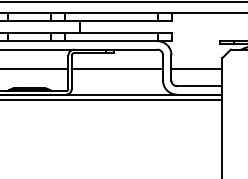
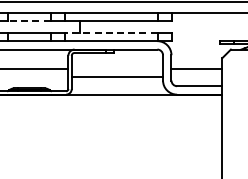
line at (29, 21): solid -> dashed
line at (110, 32): solid -> dashed
line at (117, 69) position: (117, 69) -> (117, 77)
line at (112, 100): present -> none
